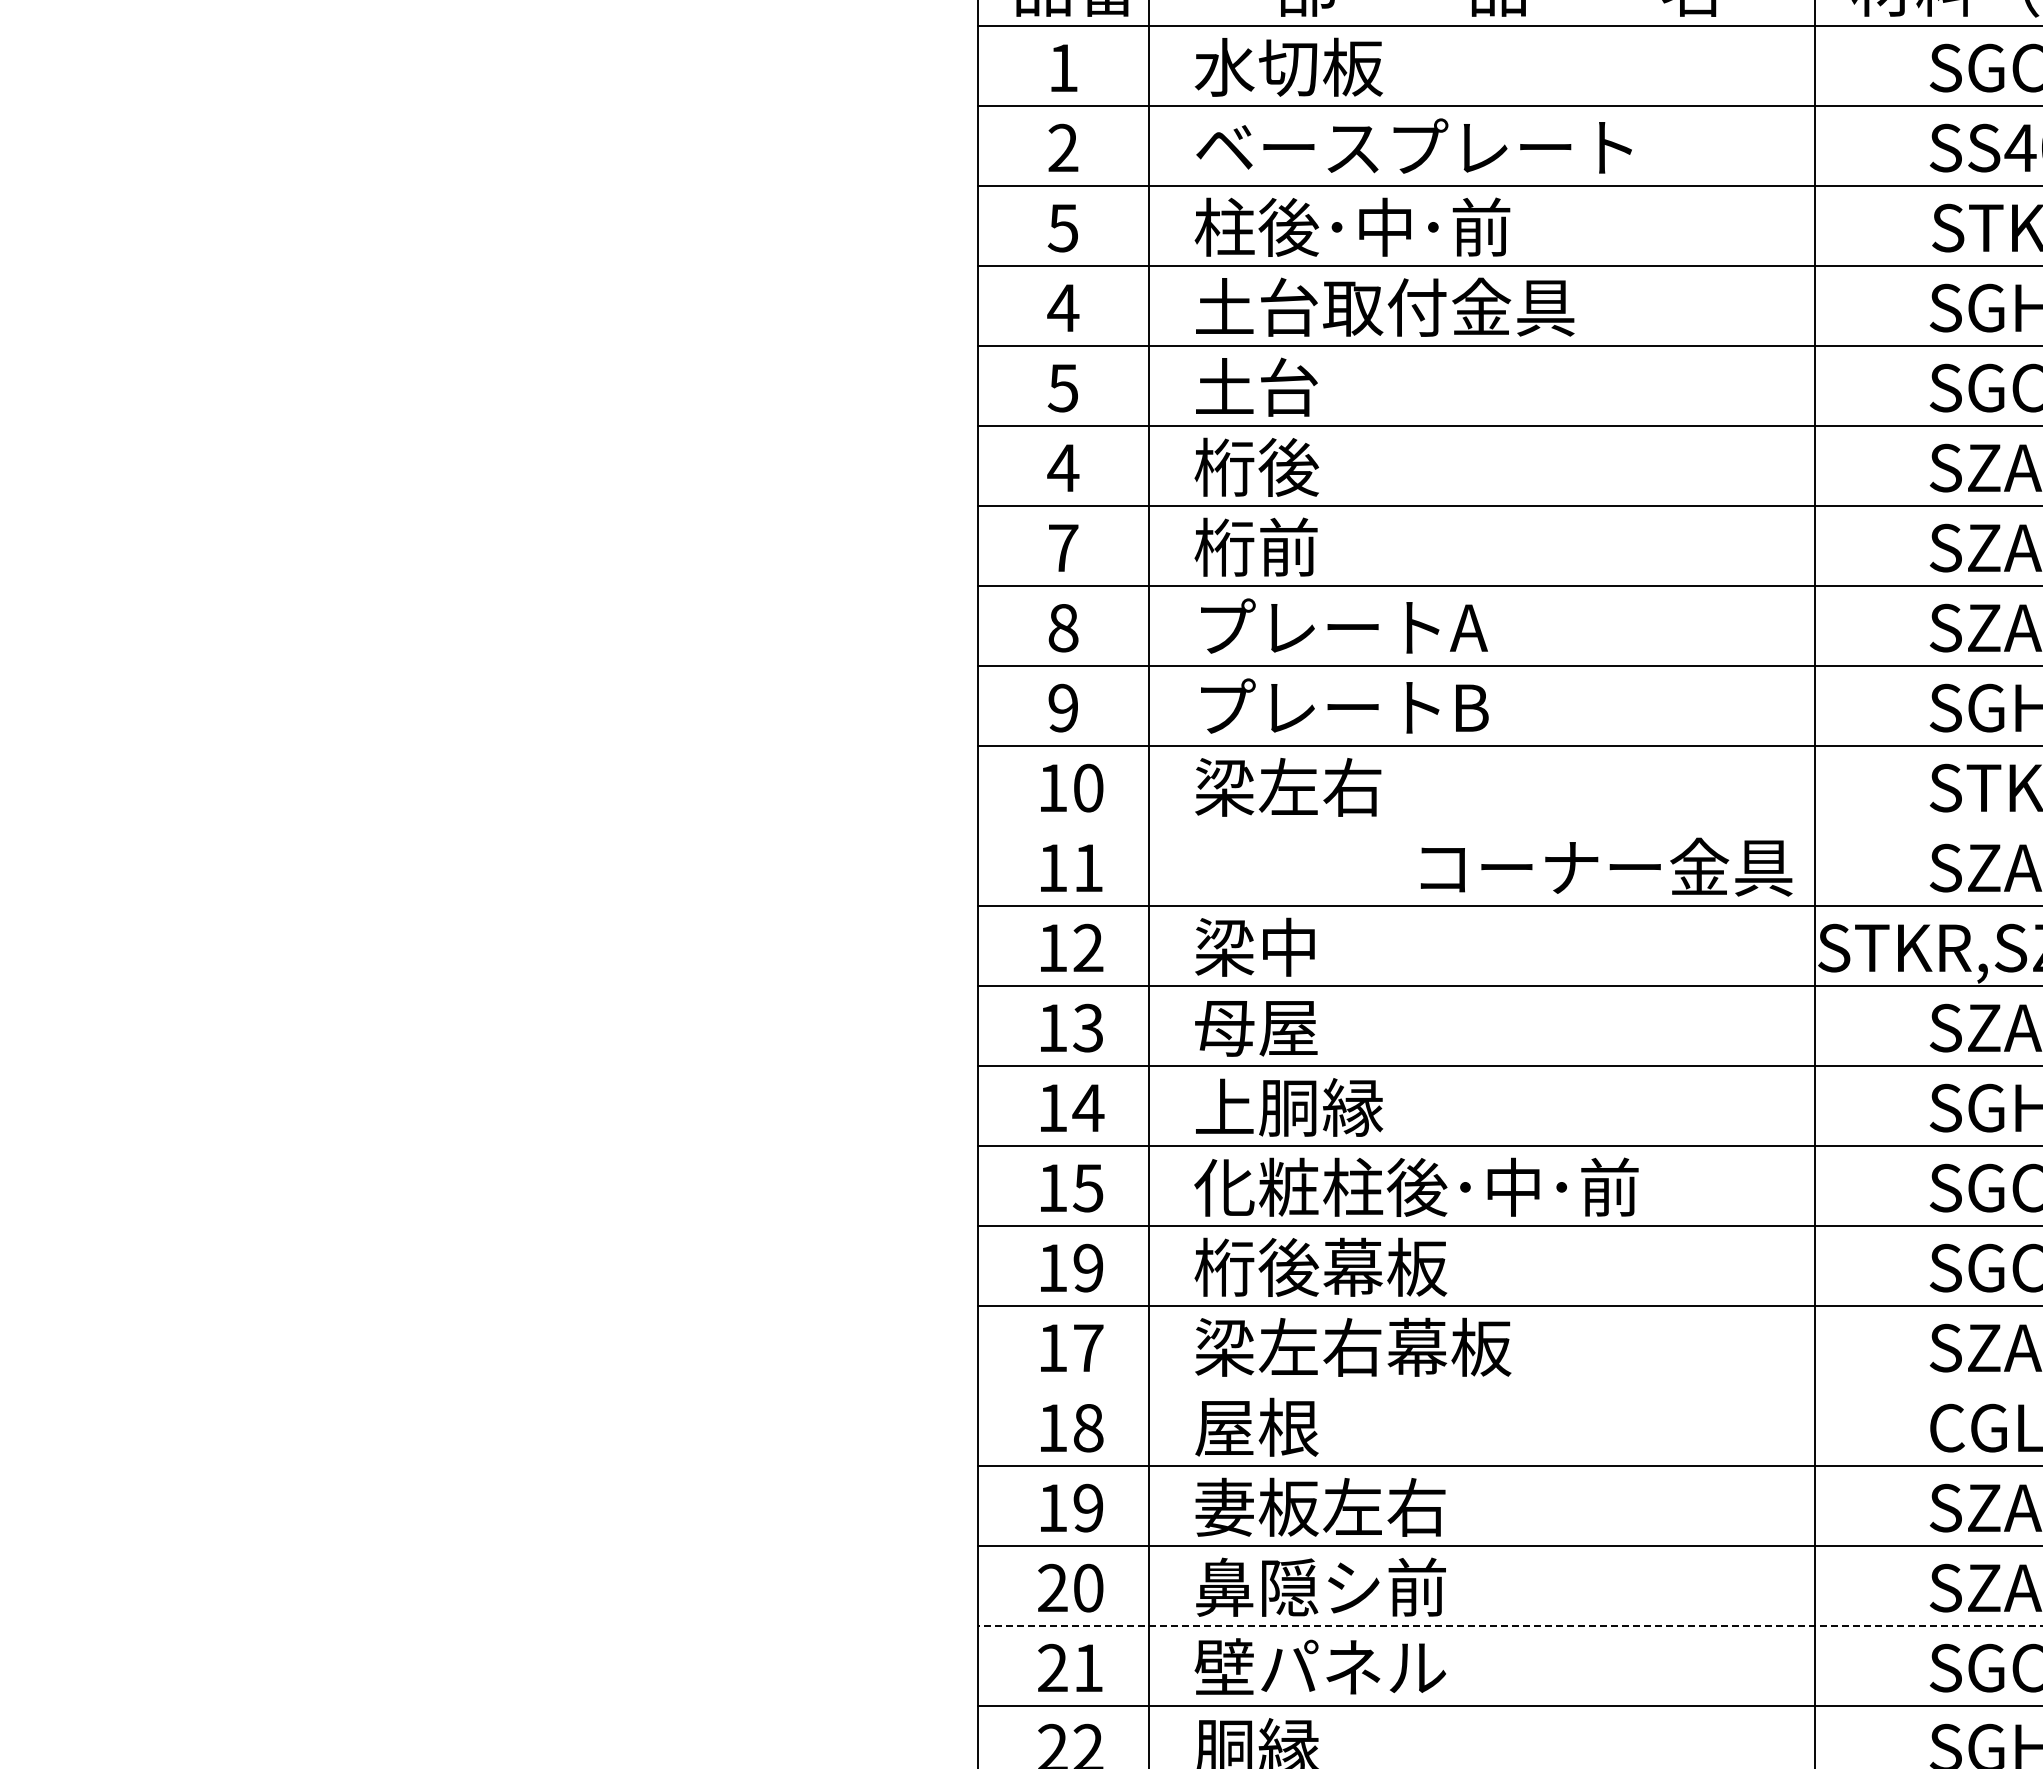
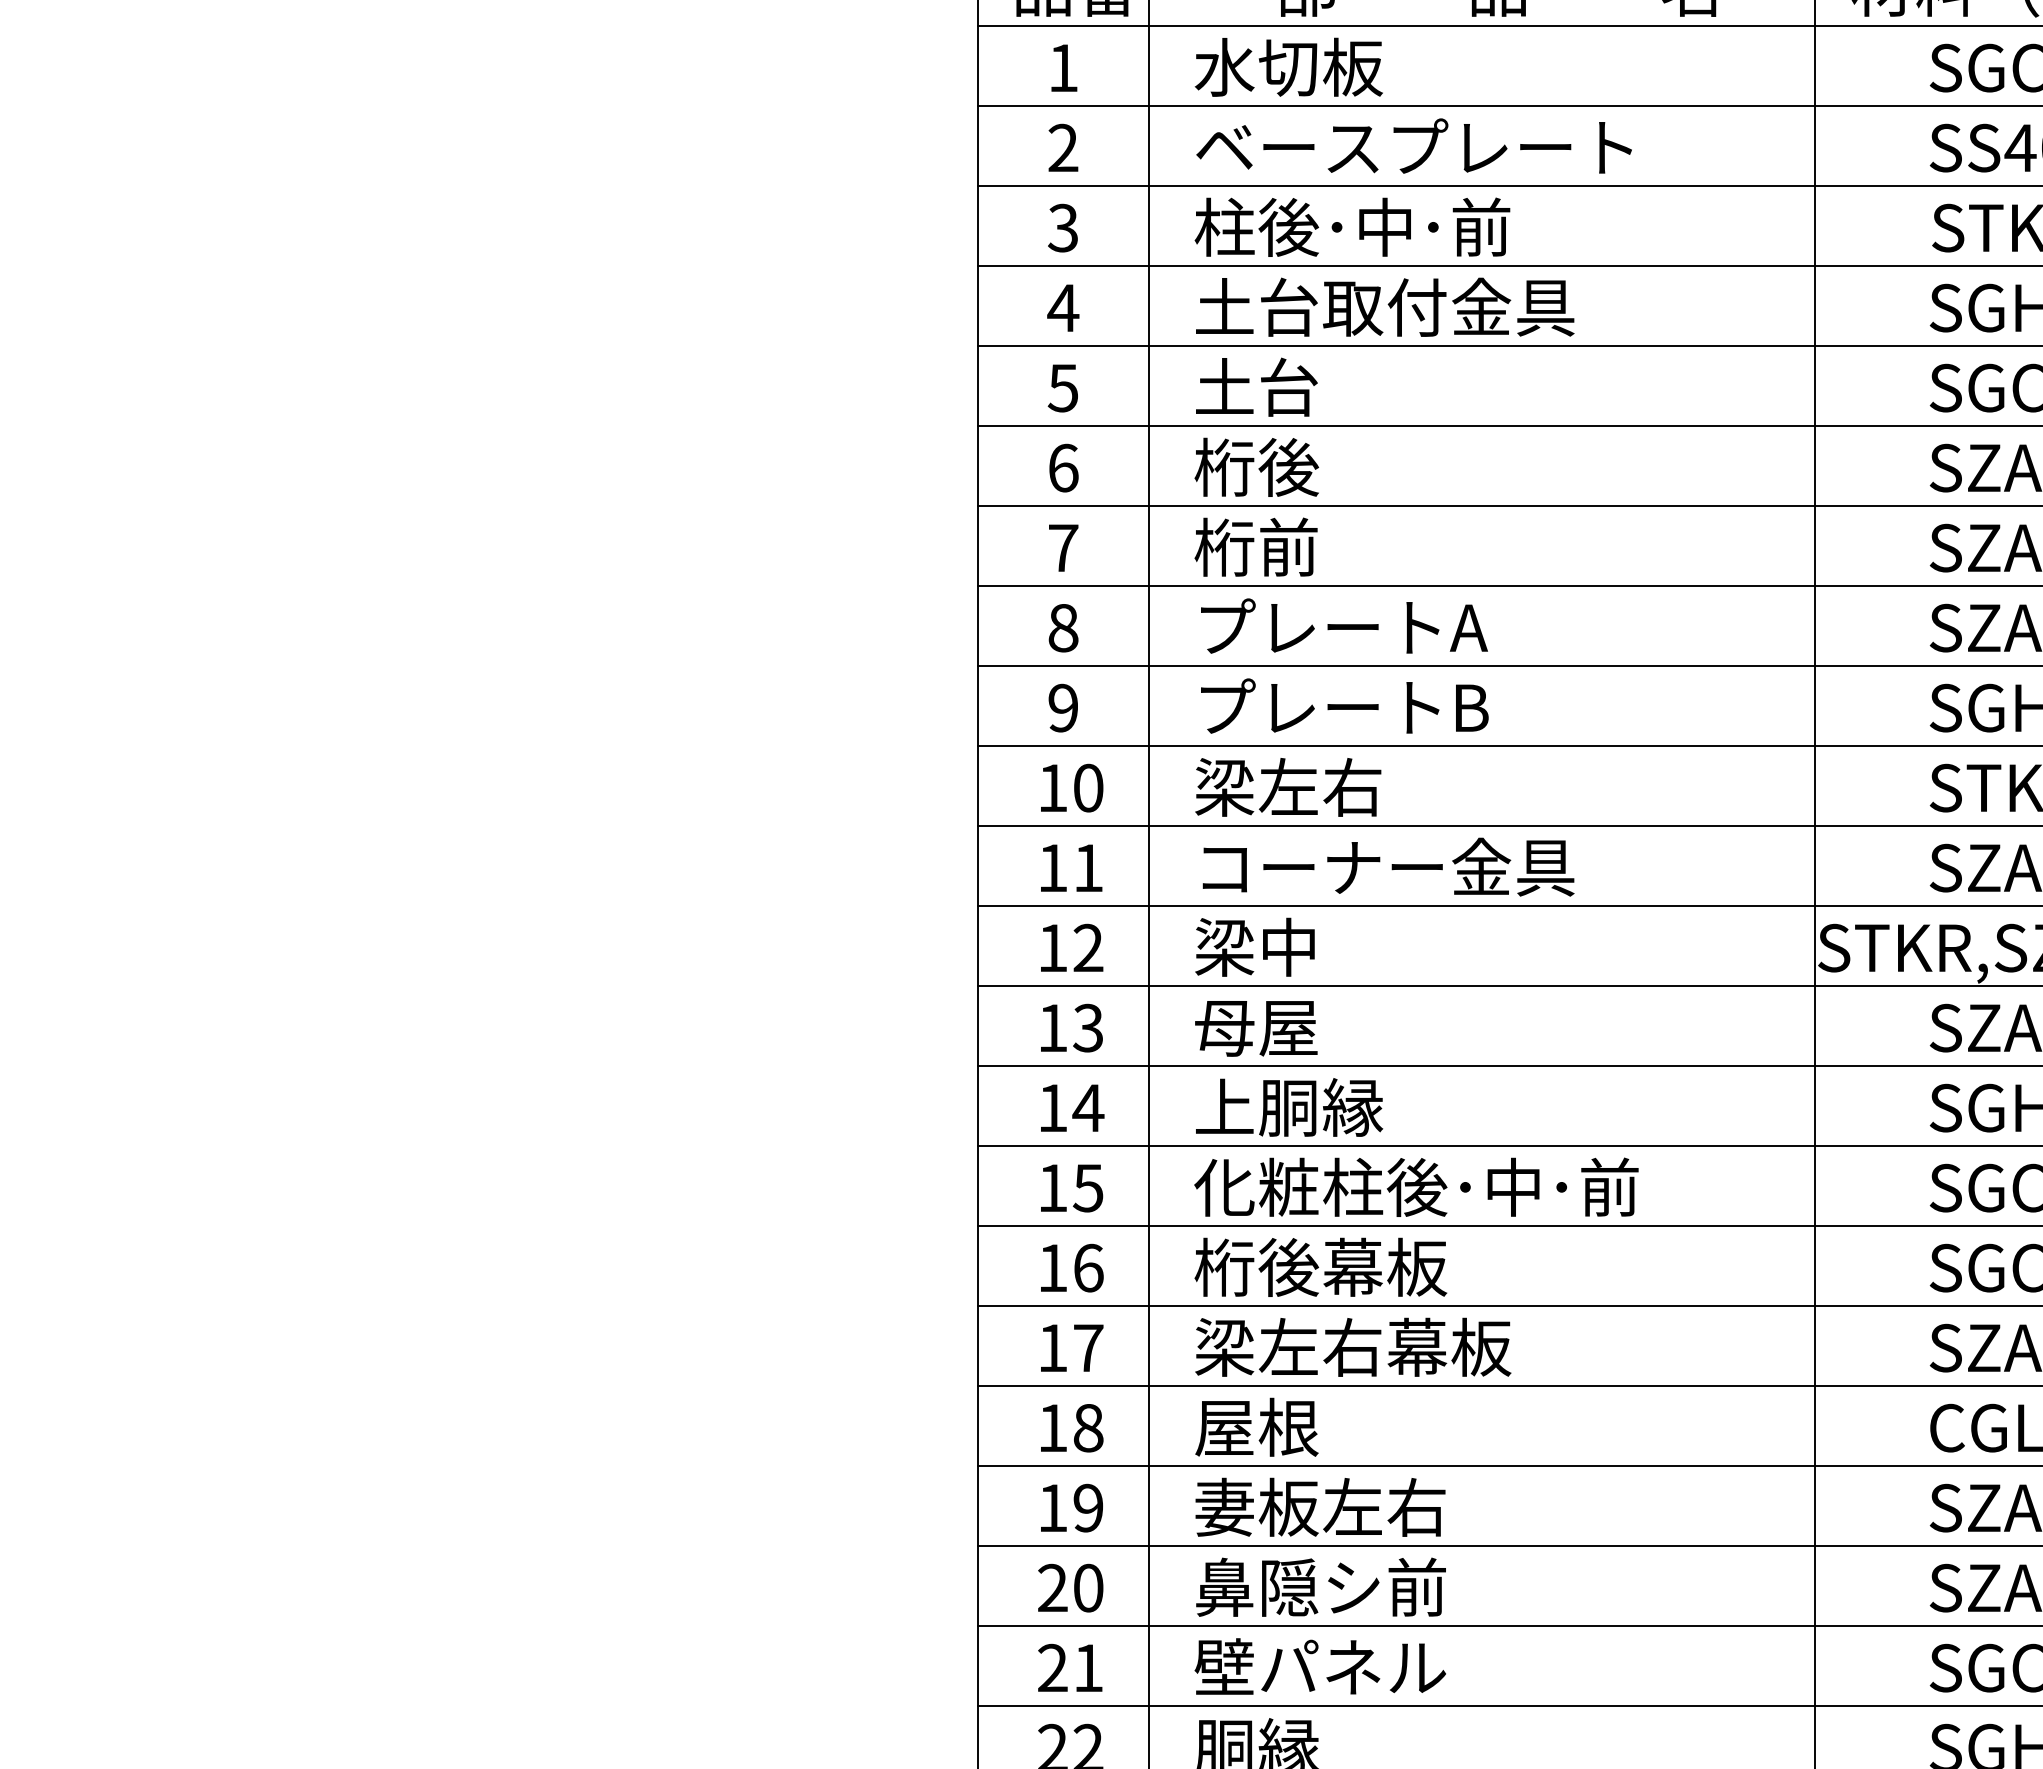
text at (1062, 227): 5 -> 3
text at (1063, 467): 4 -> 6
line at (1508, 826): none -> present
text at (1606, 866) position: (1606, 866) -> (1388, 866)
text at (1088, 1267): 19 -> 16
line at (1508, 1386): none -> present
line at (1510, 1626): dashed -> solid
